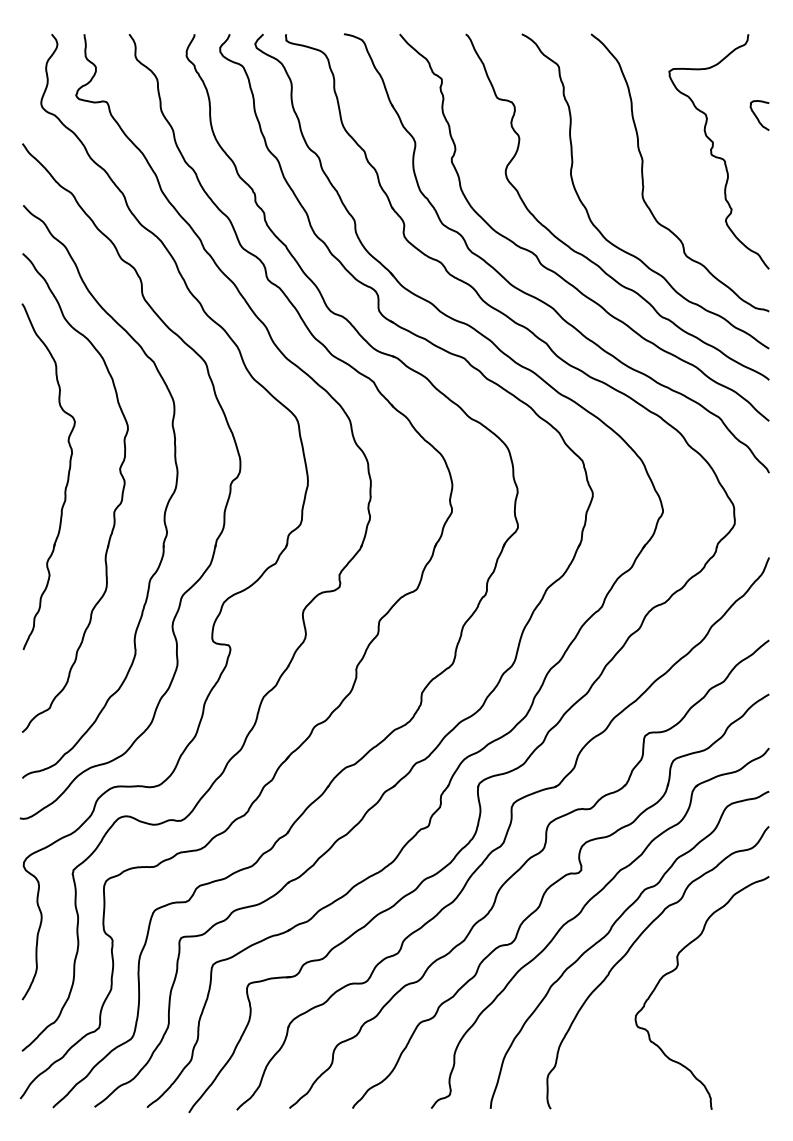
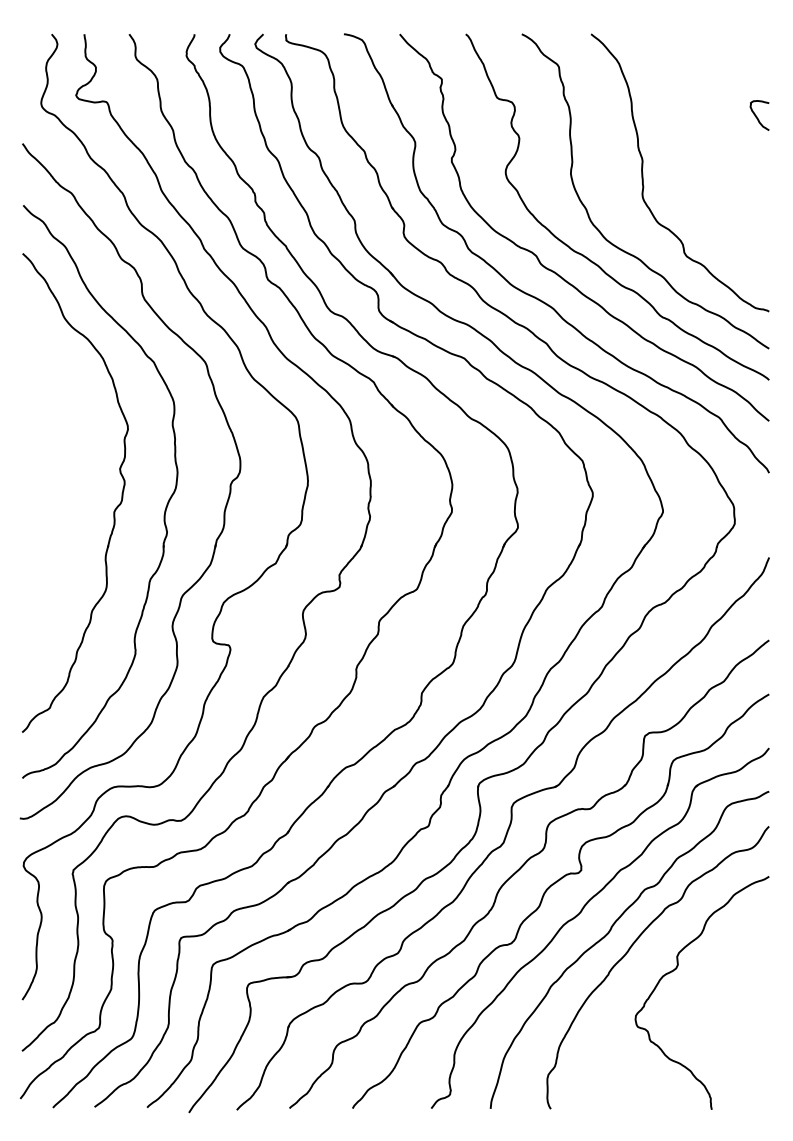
curve at (715, 155): present -> none
part at (66, 482): present -> none
